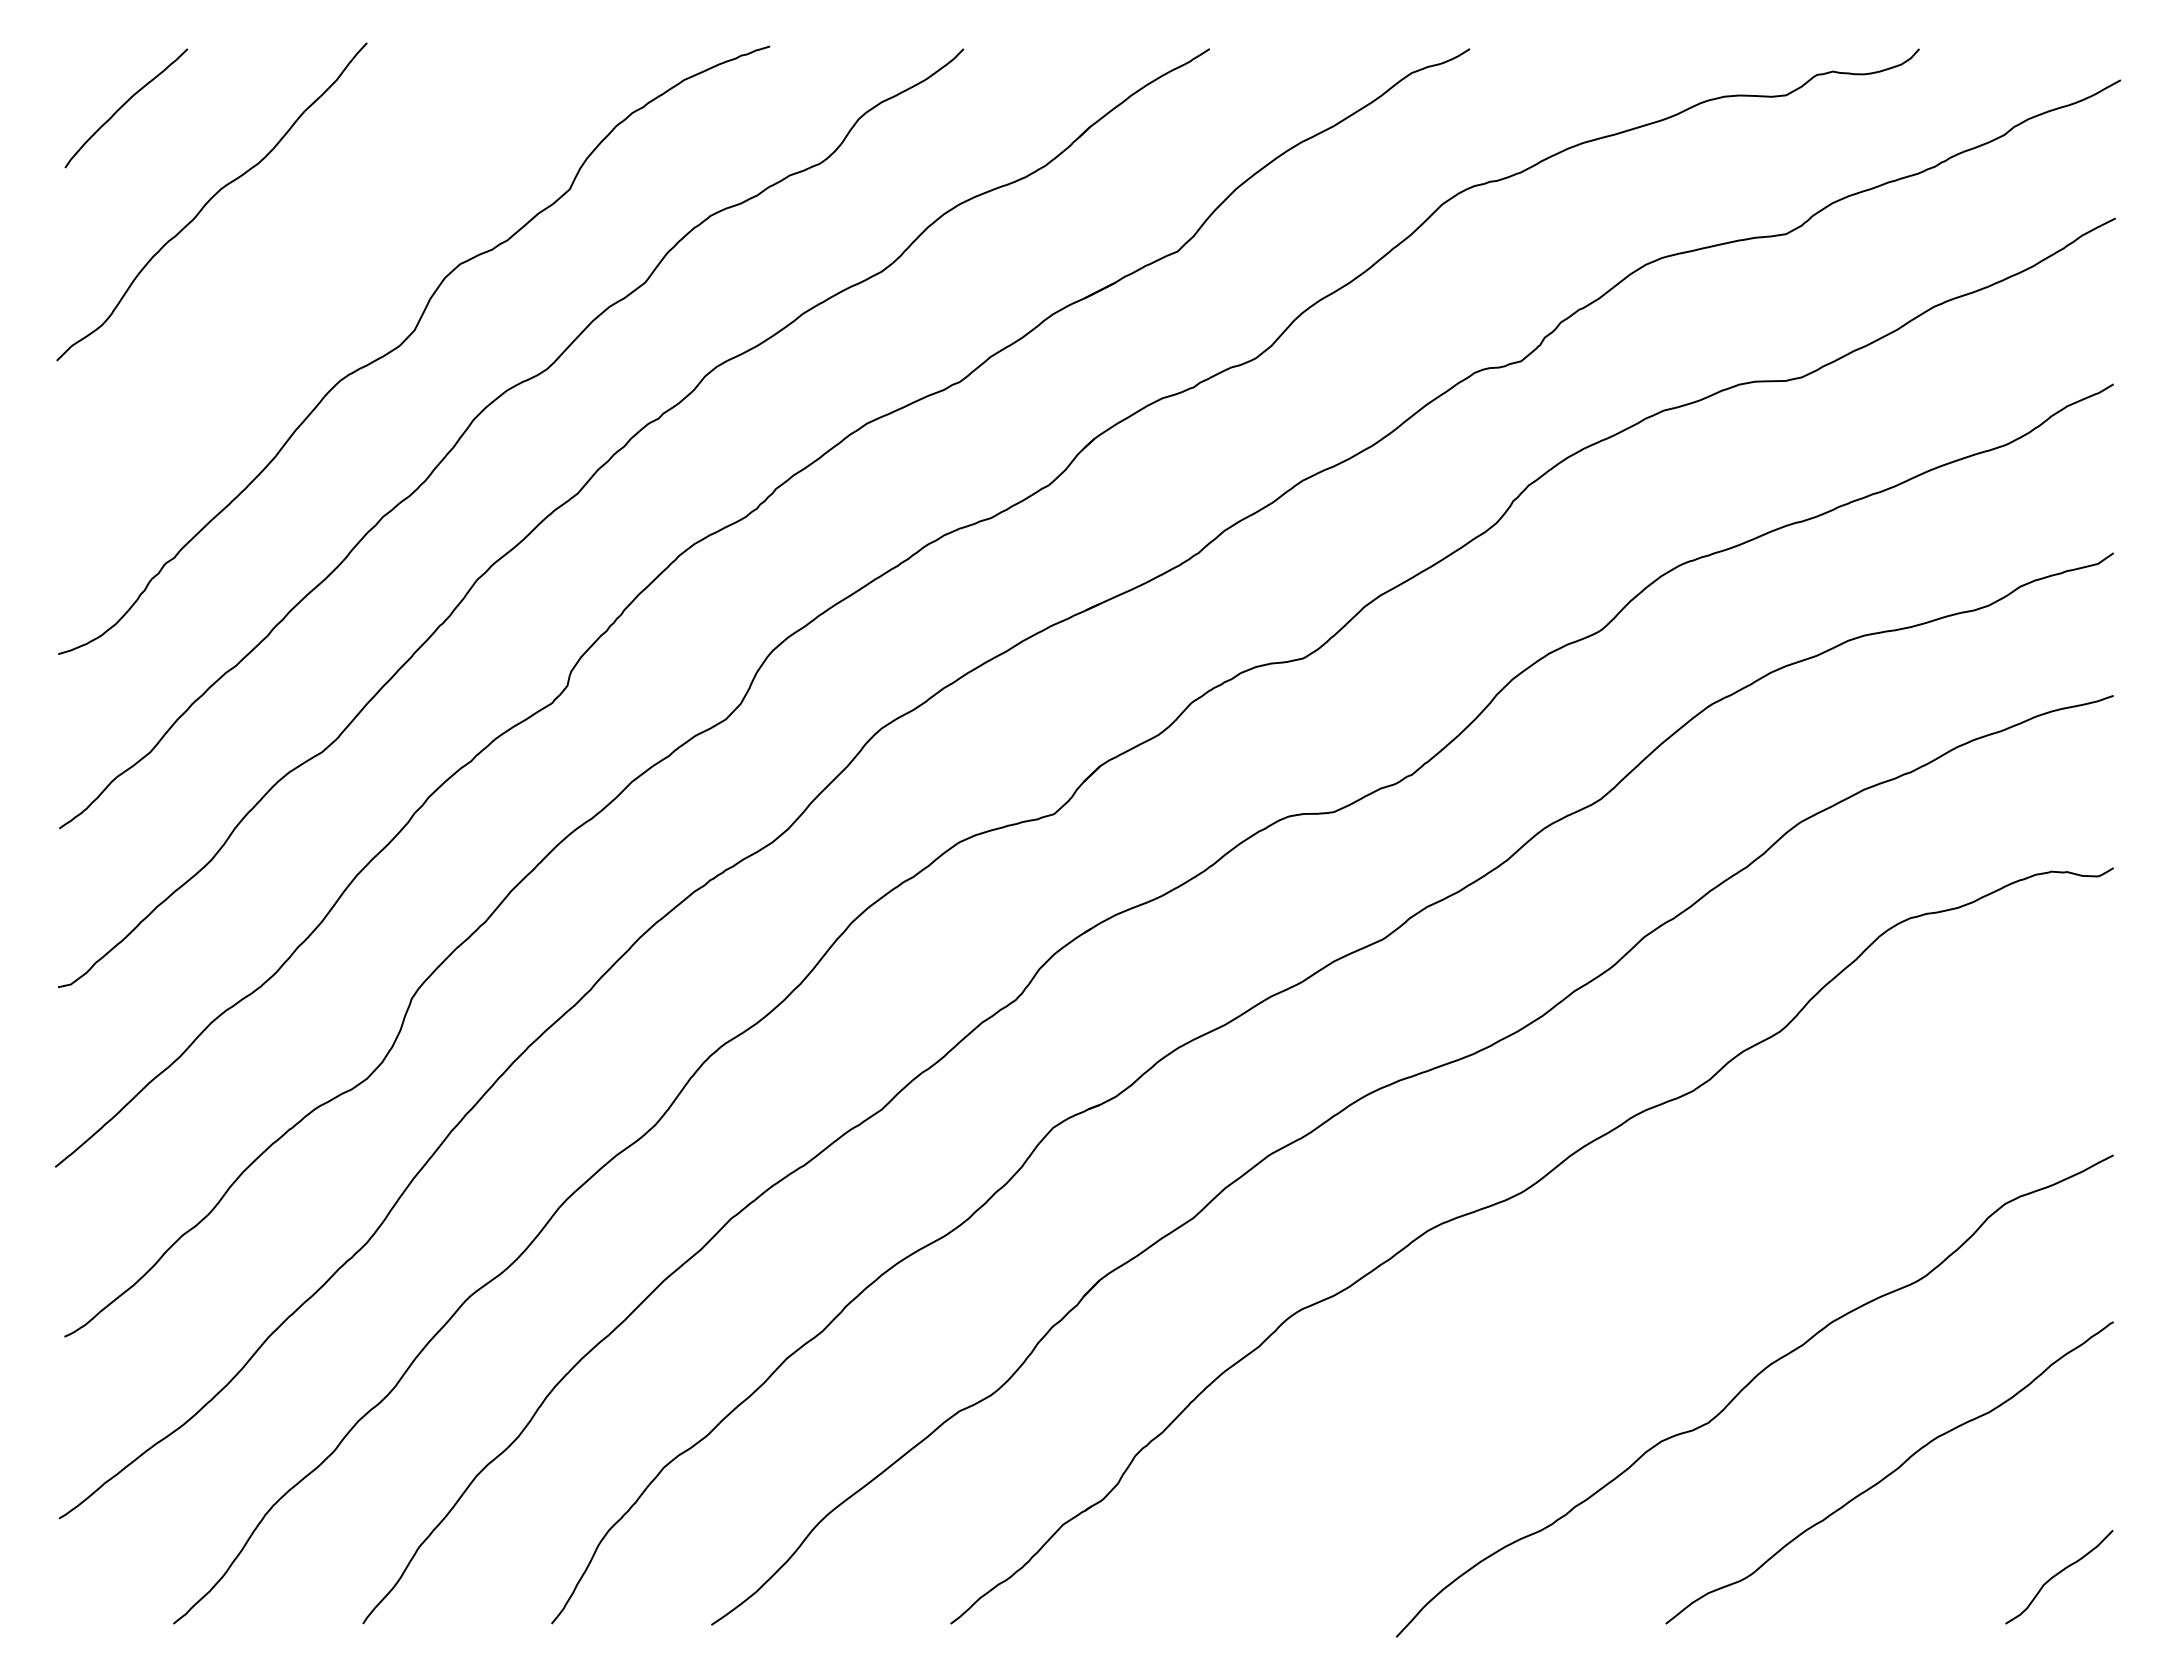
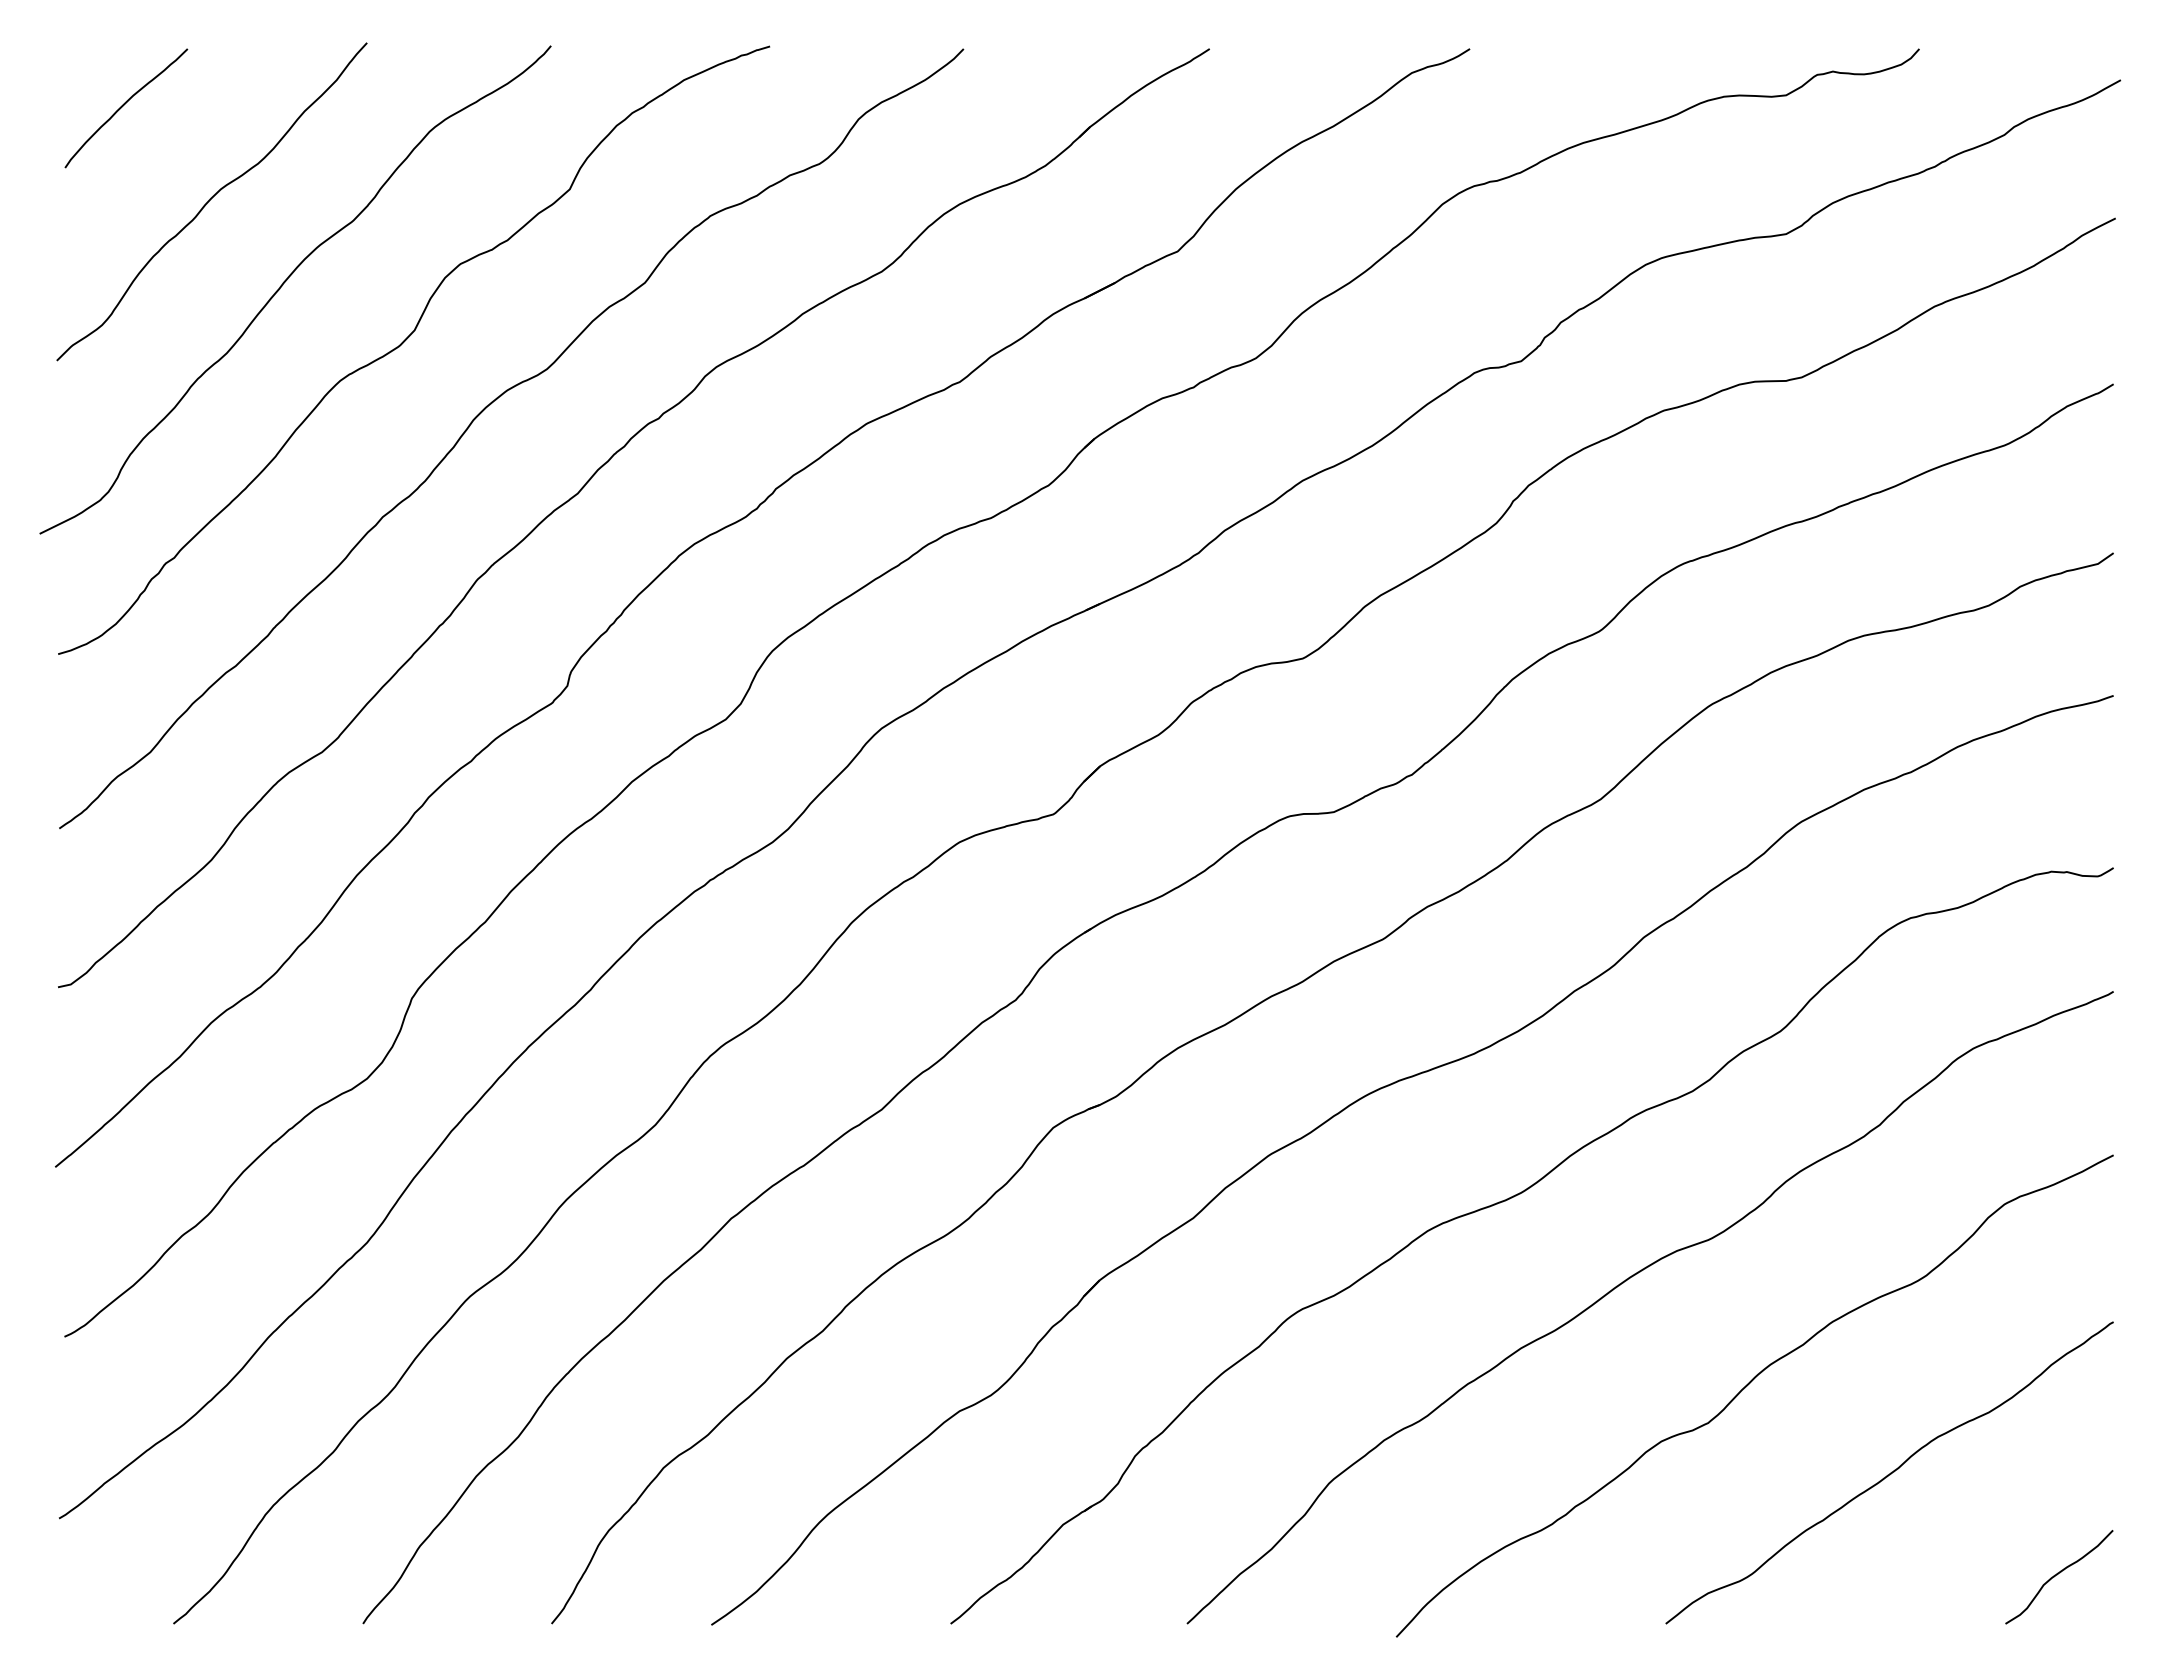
curve at (287, 280): none -> present
curve at (1629, 1279): none -> present
